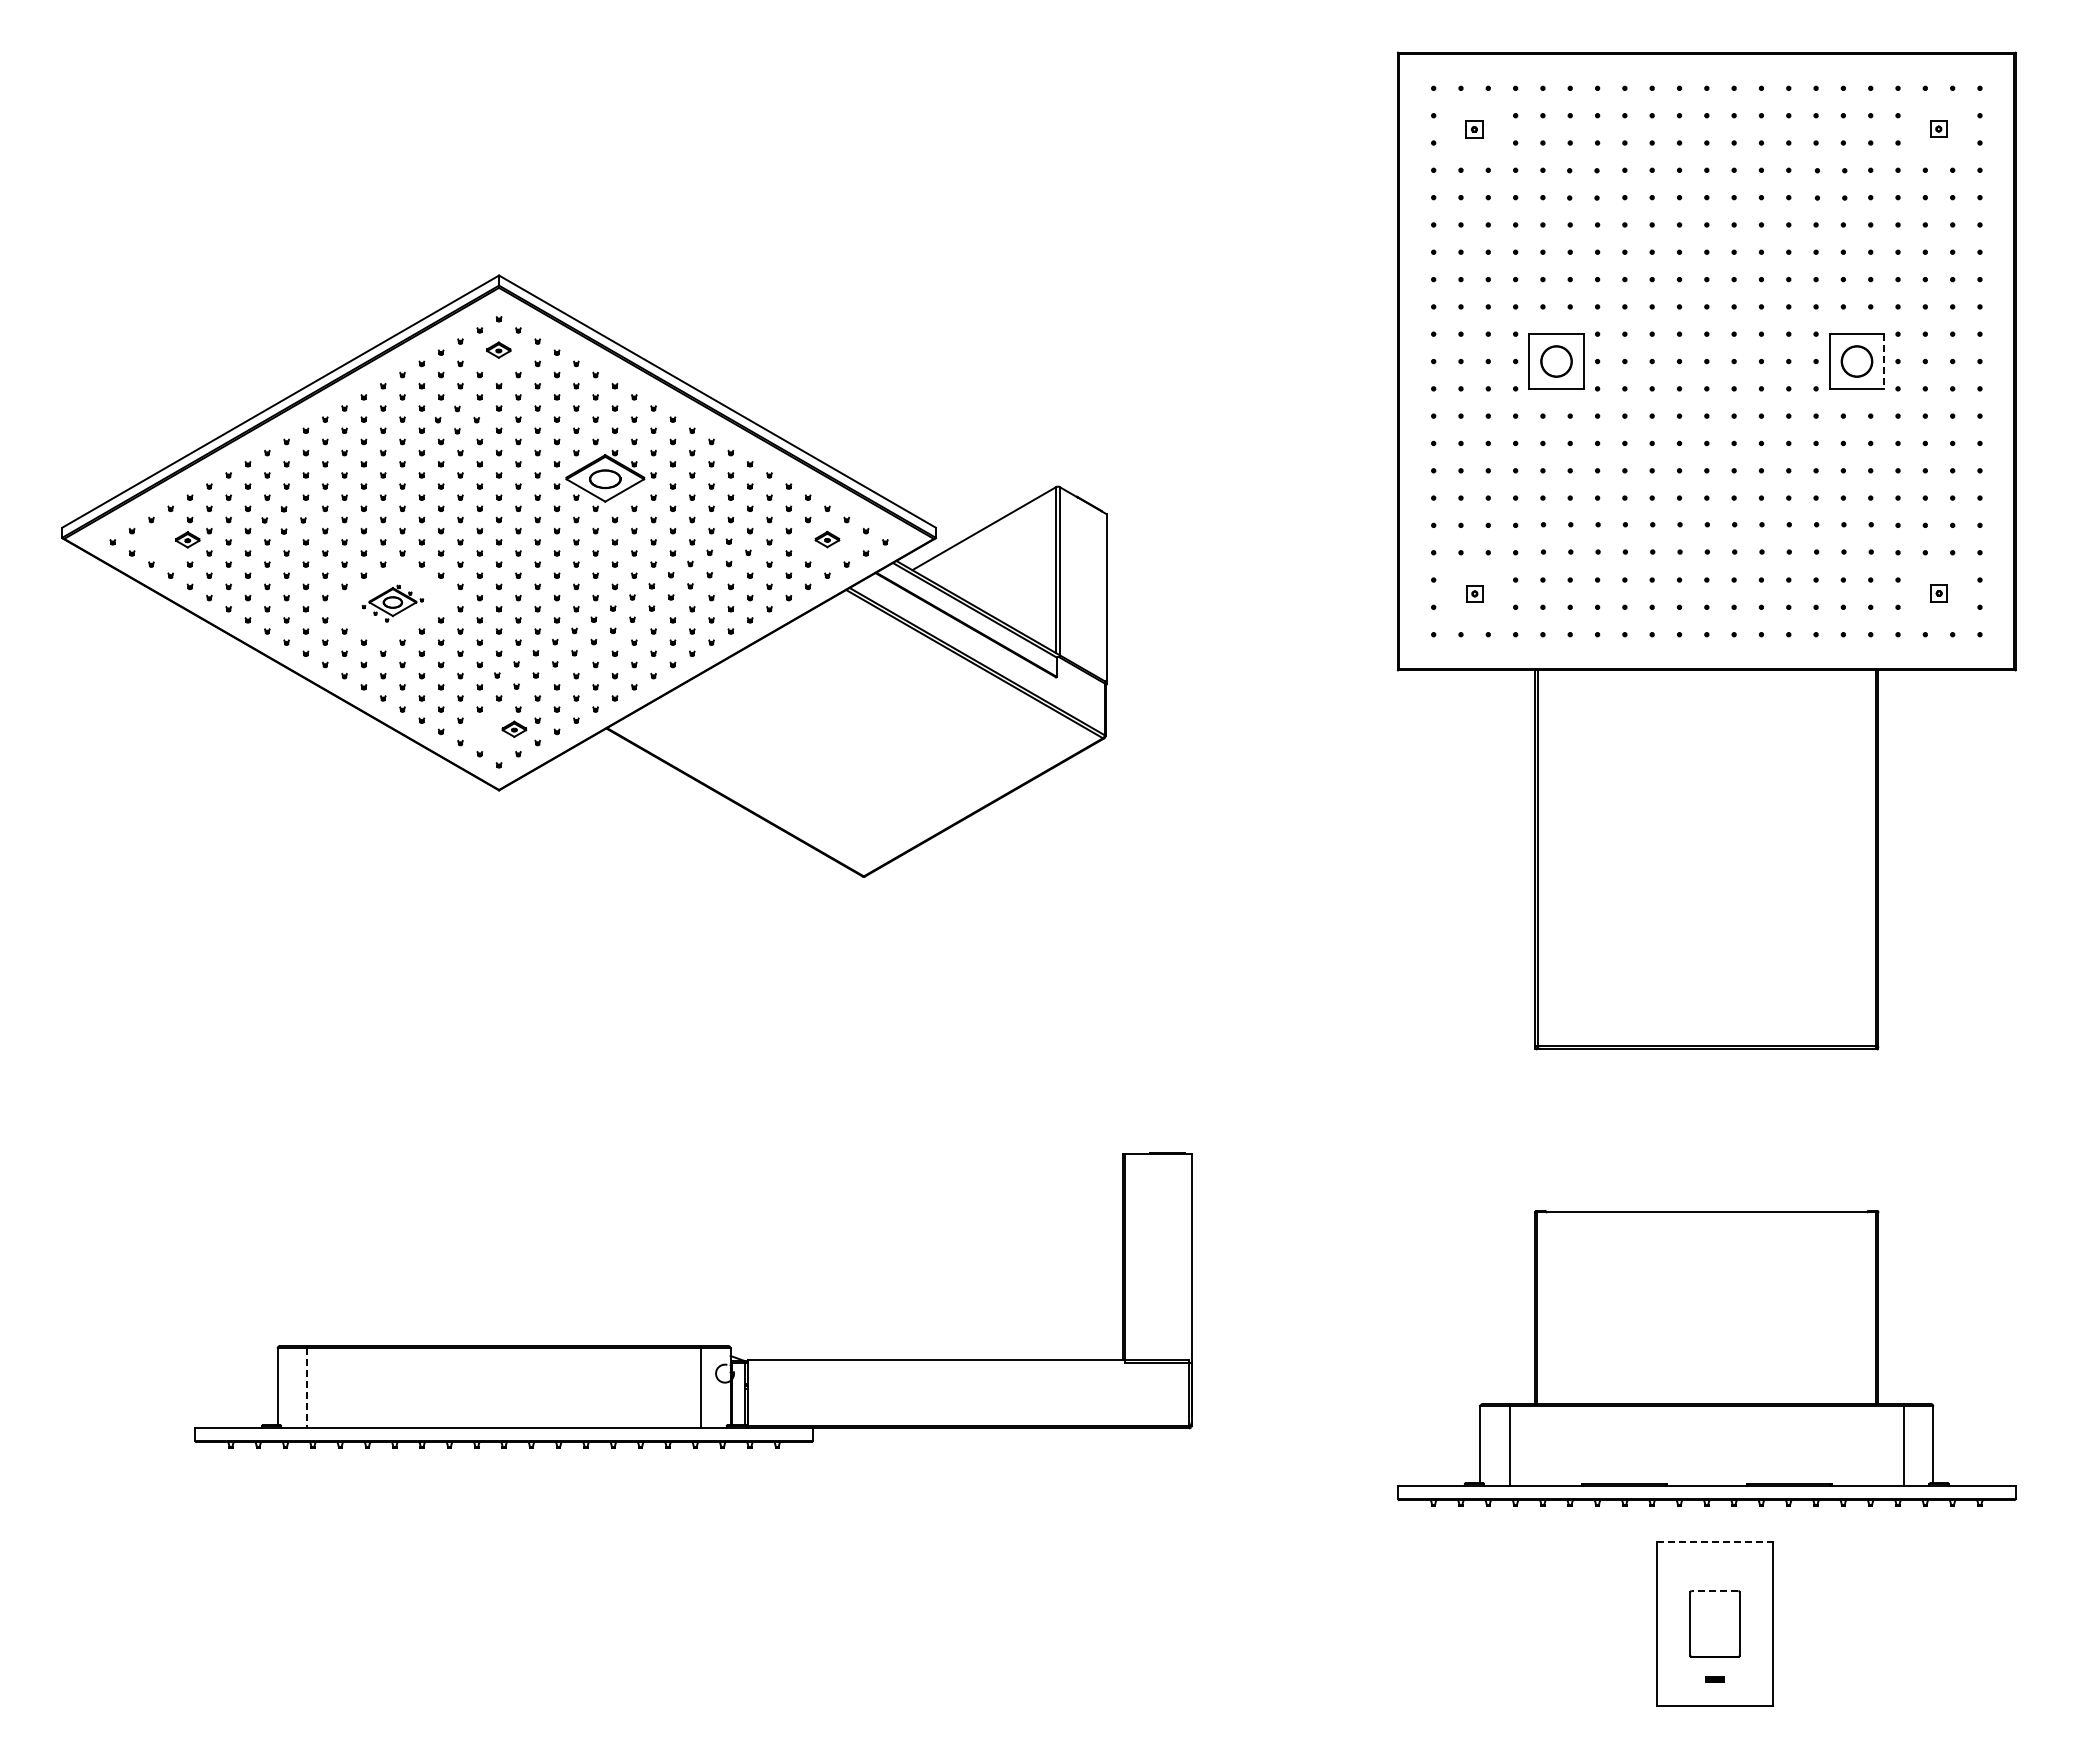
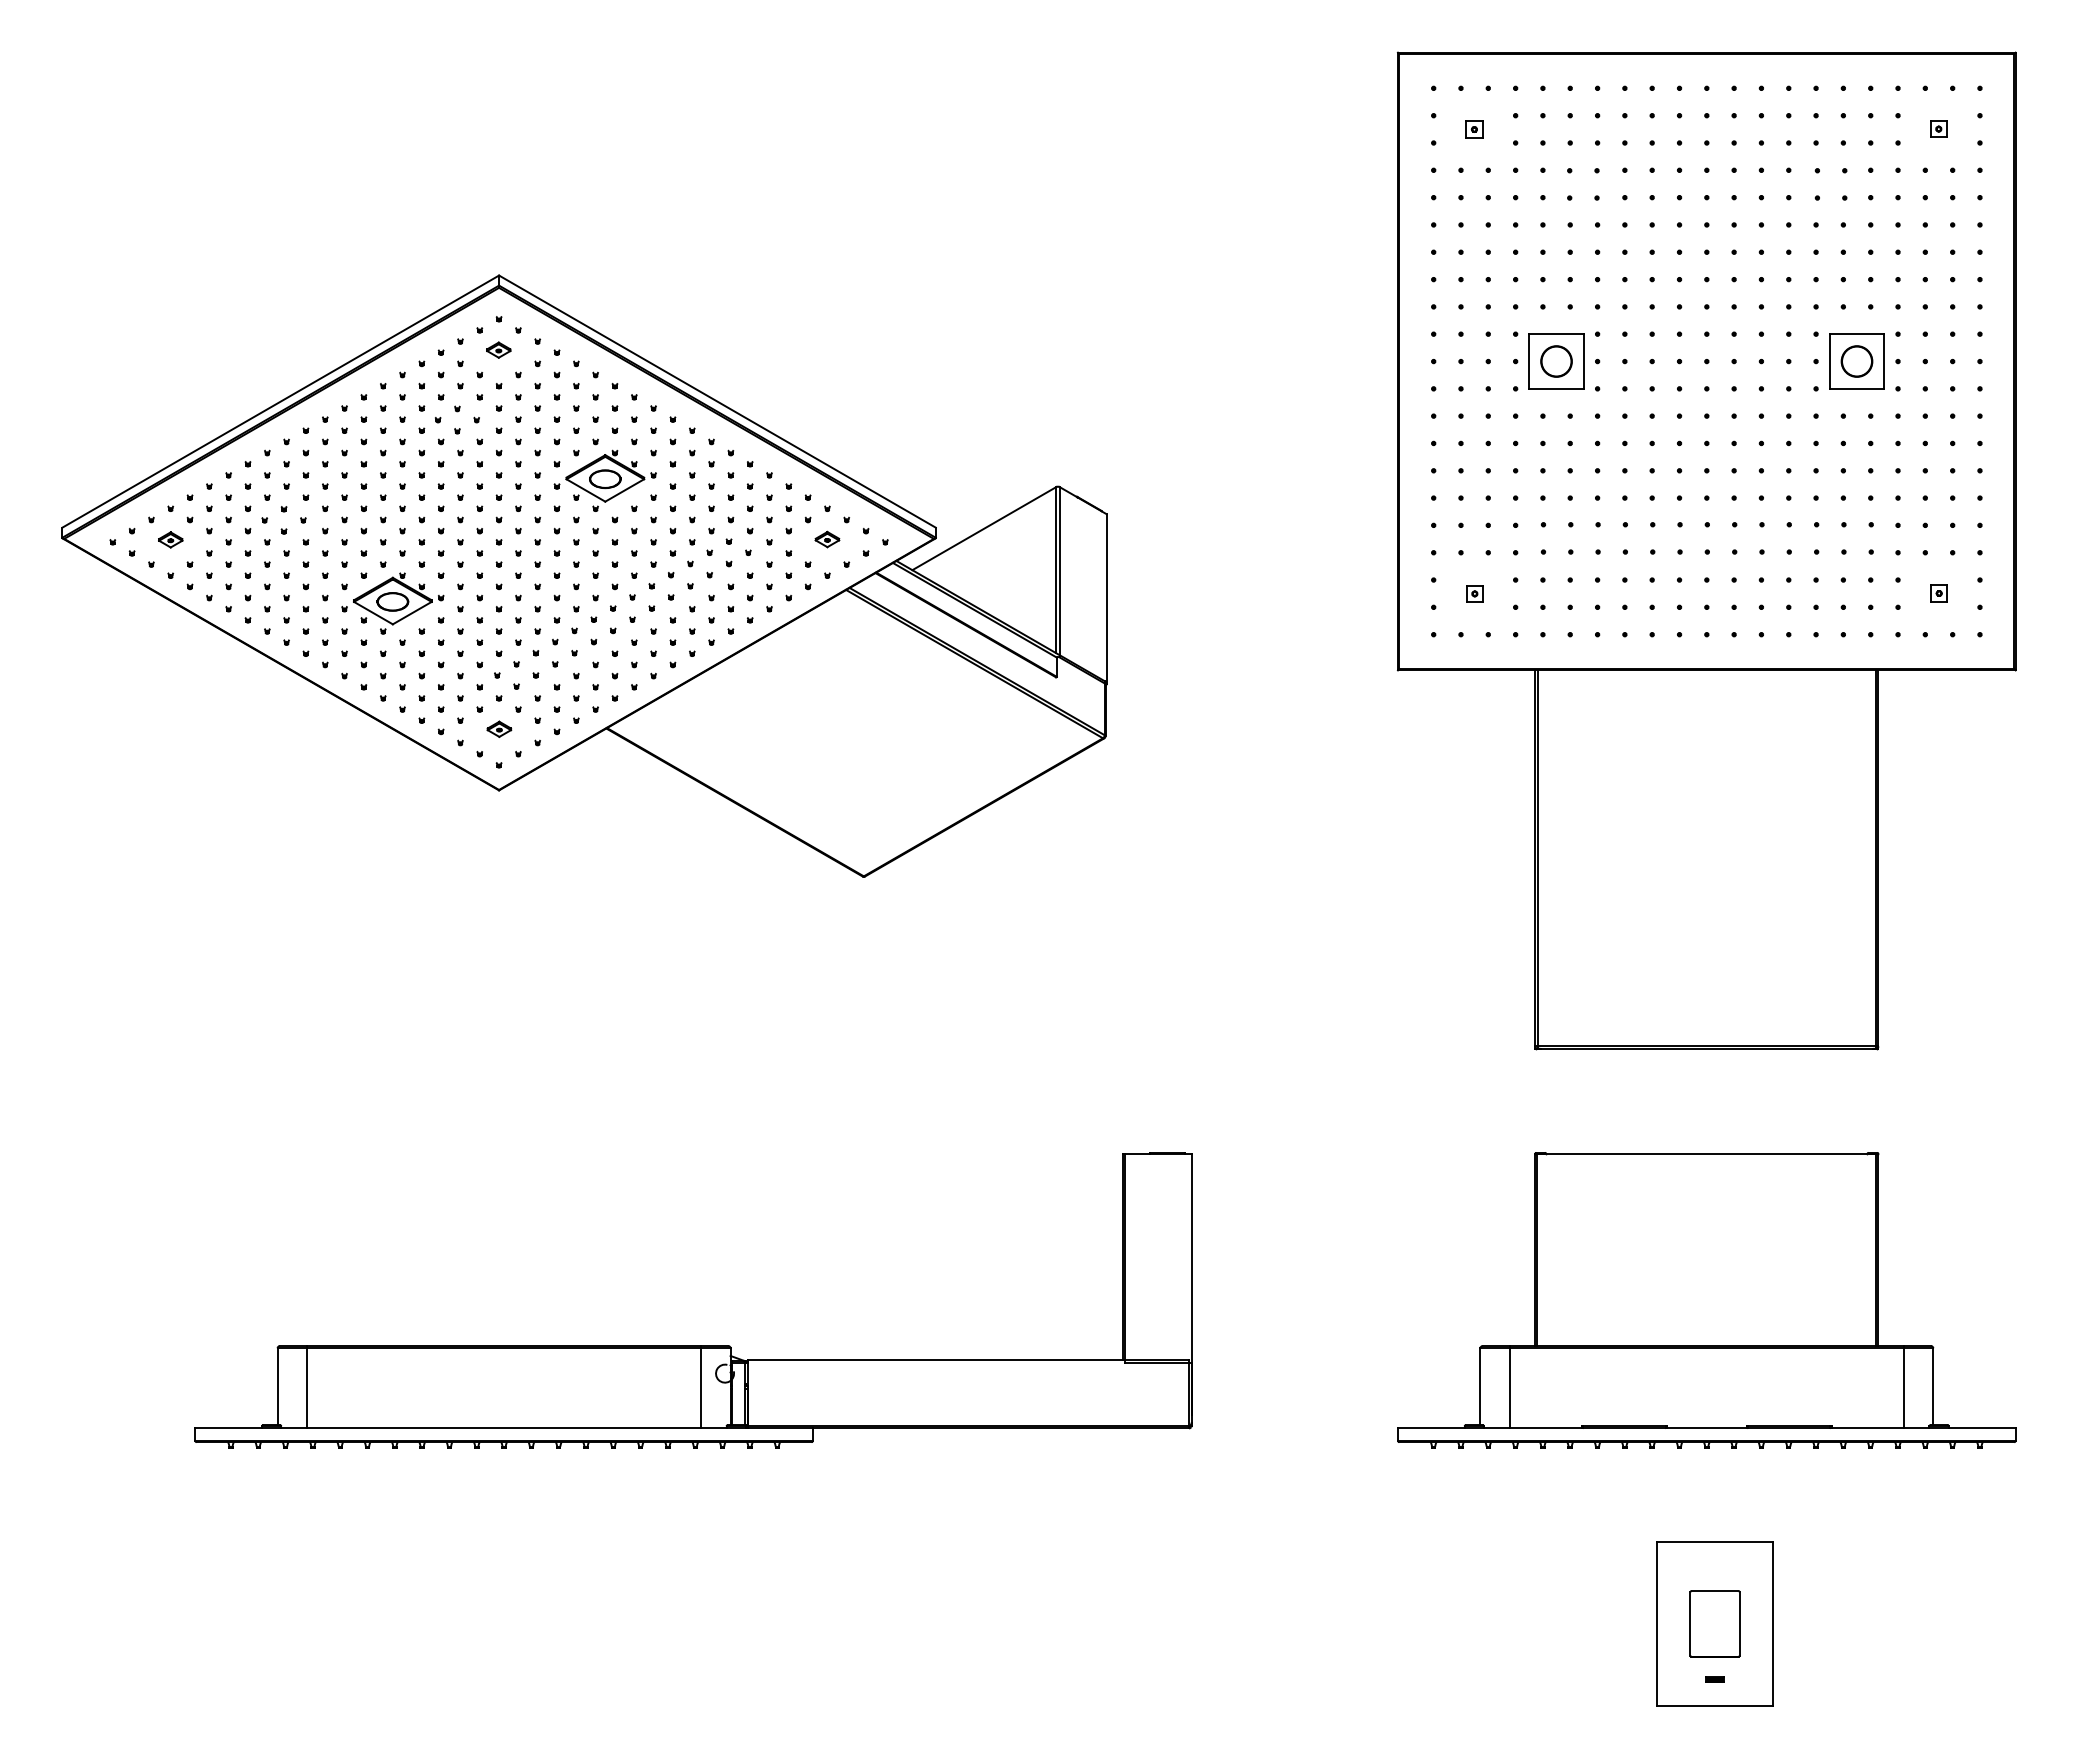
line at (1884, 362): dashed -> solid
part at (187, 539) position: (187, 539) -> (170, 539)
part at (392, 603) size: 64x39 px -> 104x63 px
part at (514, 728) position: (514, 728) -> (499, 728)
part at (1706, 1358) position: (1706, 1358) -> (1706, 1300)
line at (307, 1388): dashed -> solid
line at (1715, 1541): dashed -> solid
line at (1714, 1590): dashed -> solid
